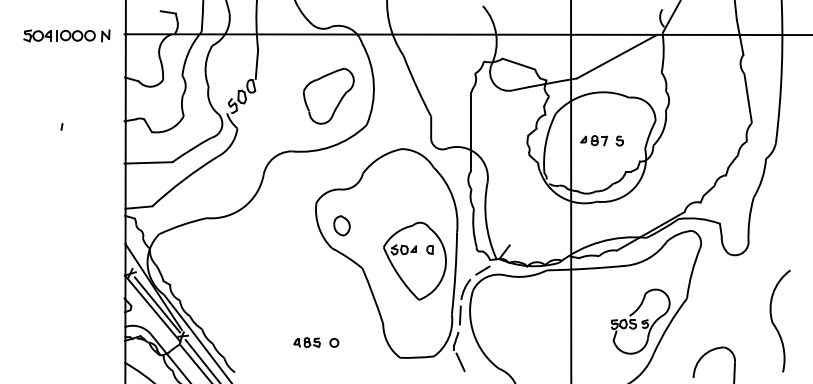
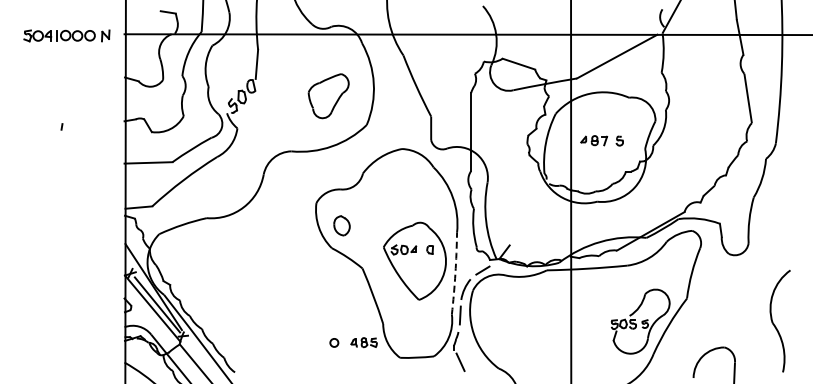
part at (328, 95) size: 53x58 px -> 43x47 px
arc at (455, 273): solid -> dashed
part at (306, 342) position: (306, 342) -> (363, 342)
line at (201, 359): present -> none
